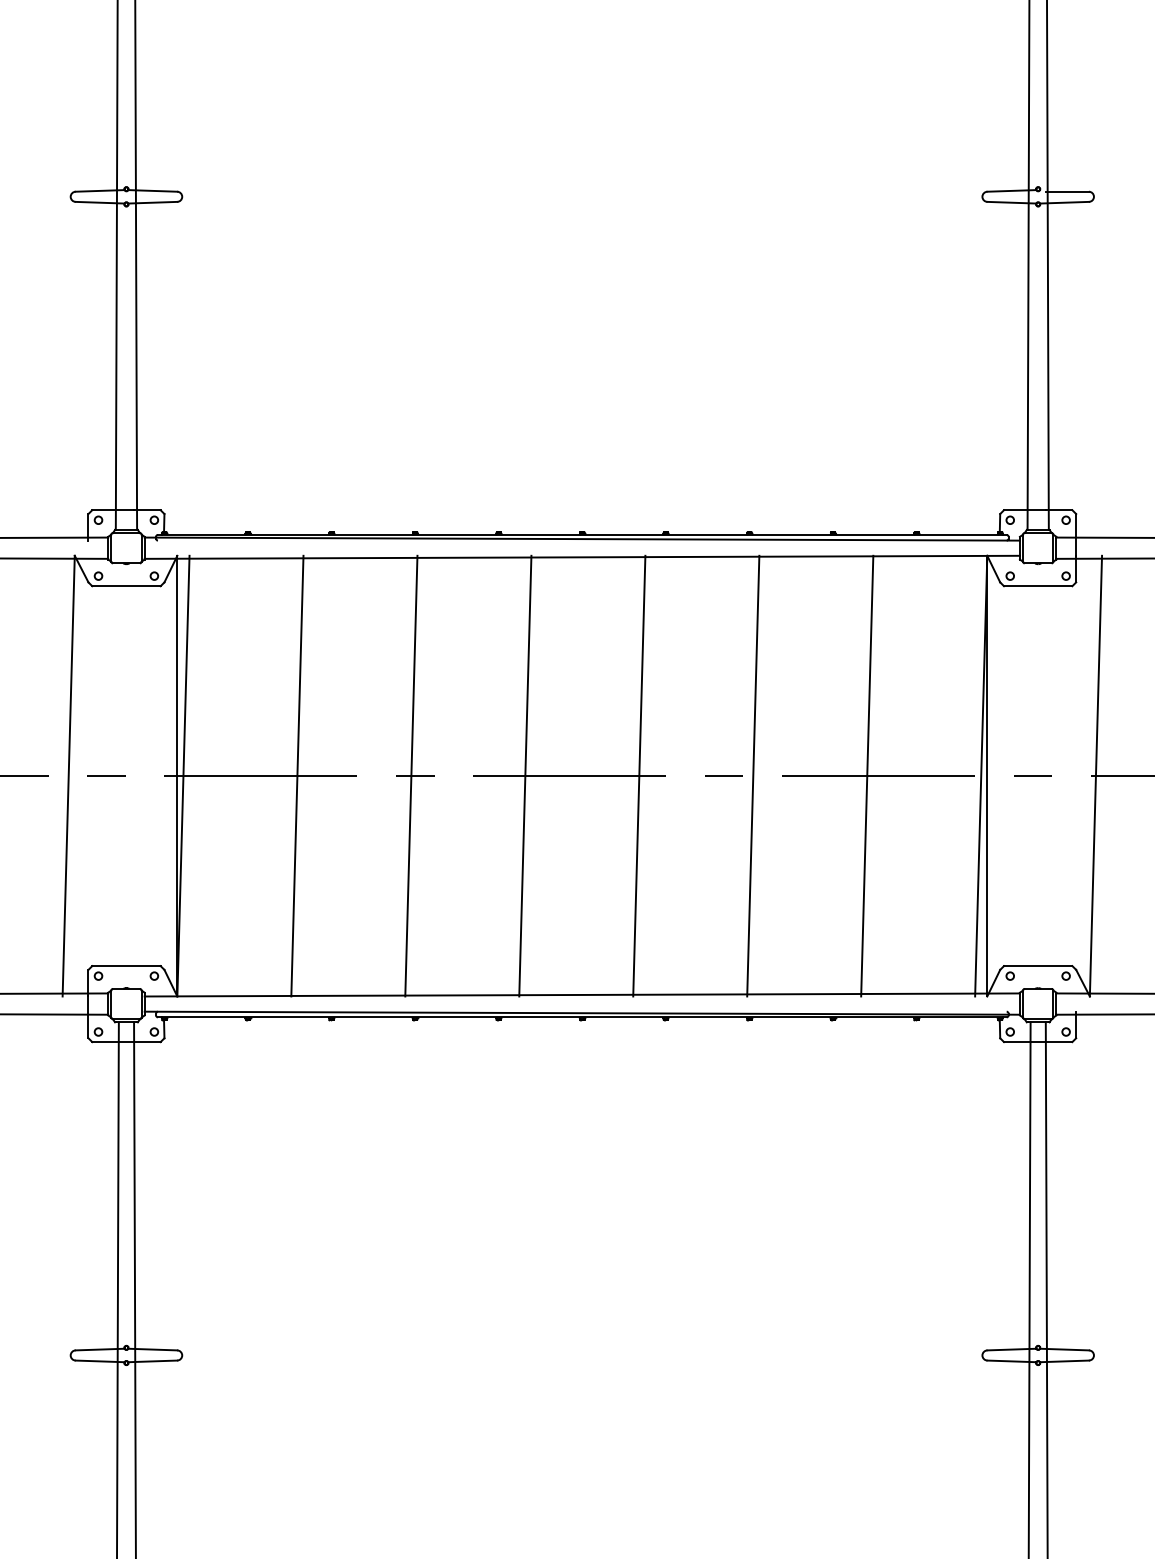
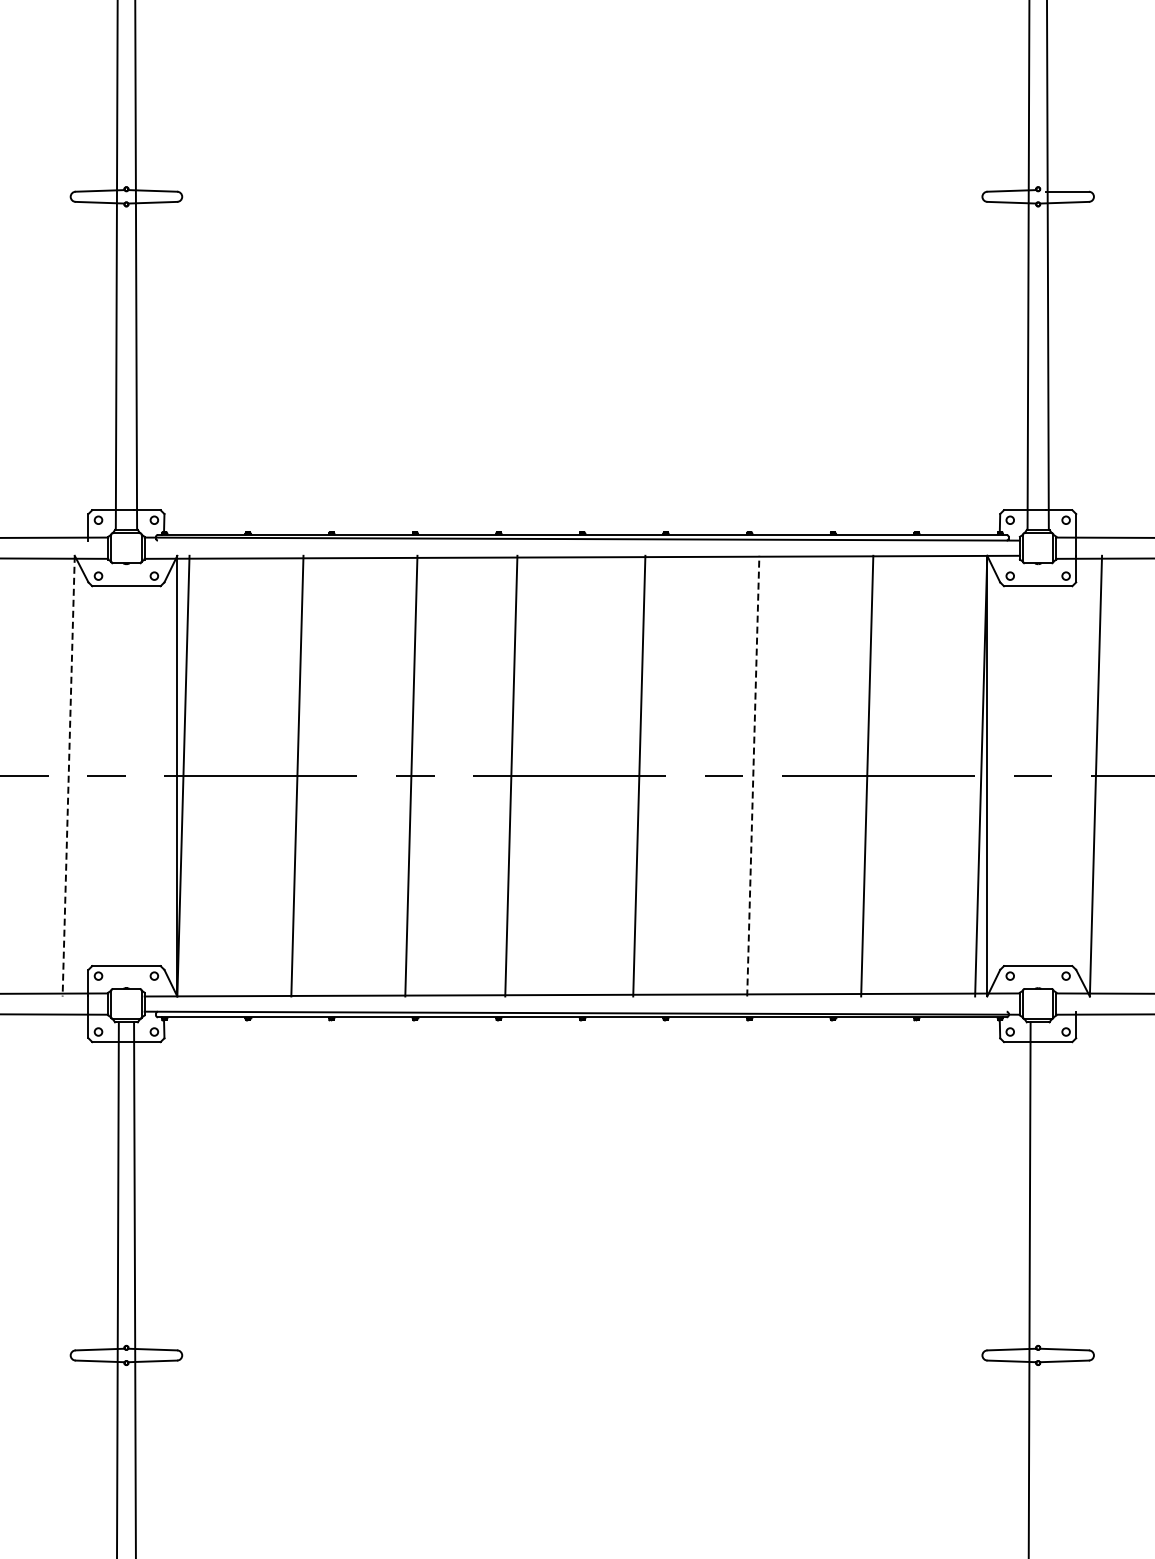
line at (525, 775) position: (525, 775) -> (511, 775)
line at (753, 775): solid -> dashed
line at (68, 776): solid -> dashed
line at (1046, 1288): present -> none
